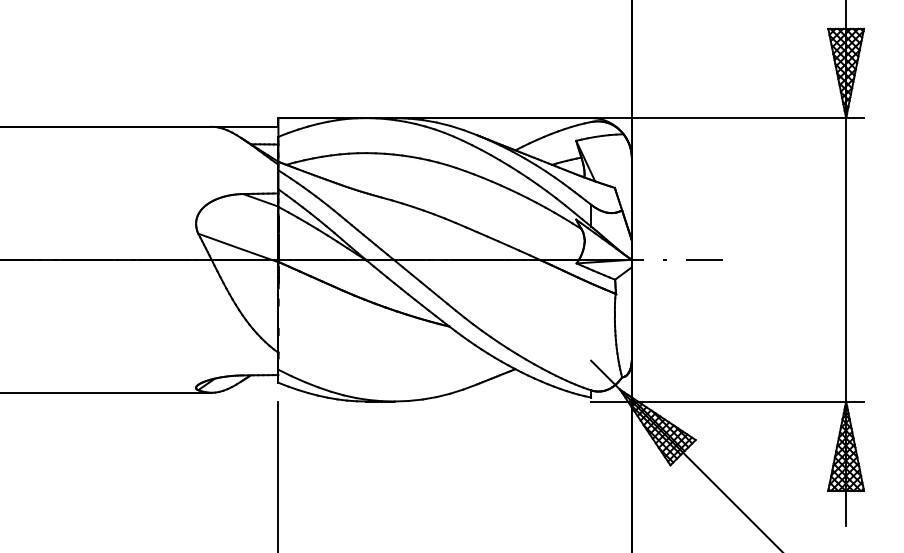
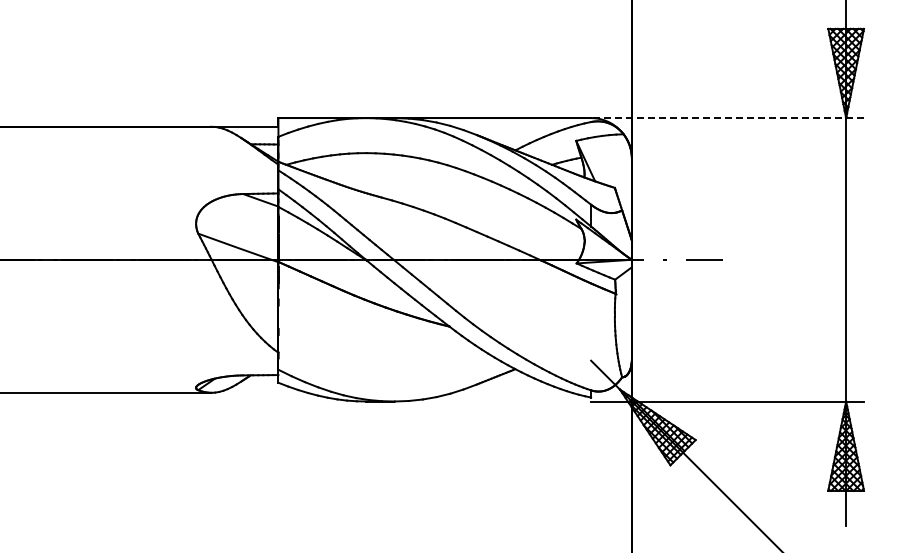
line at (727, 118): solid -> dashed
line at (278, 475): present -> none
